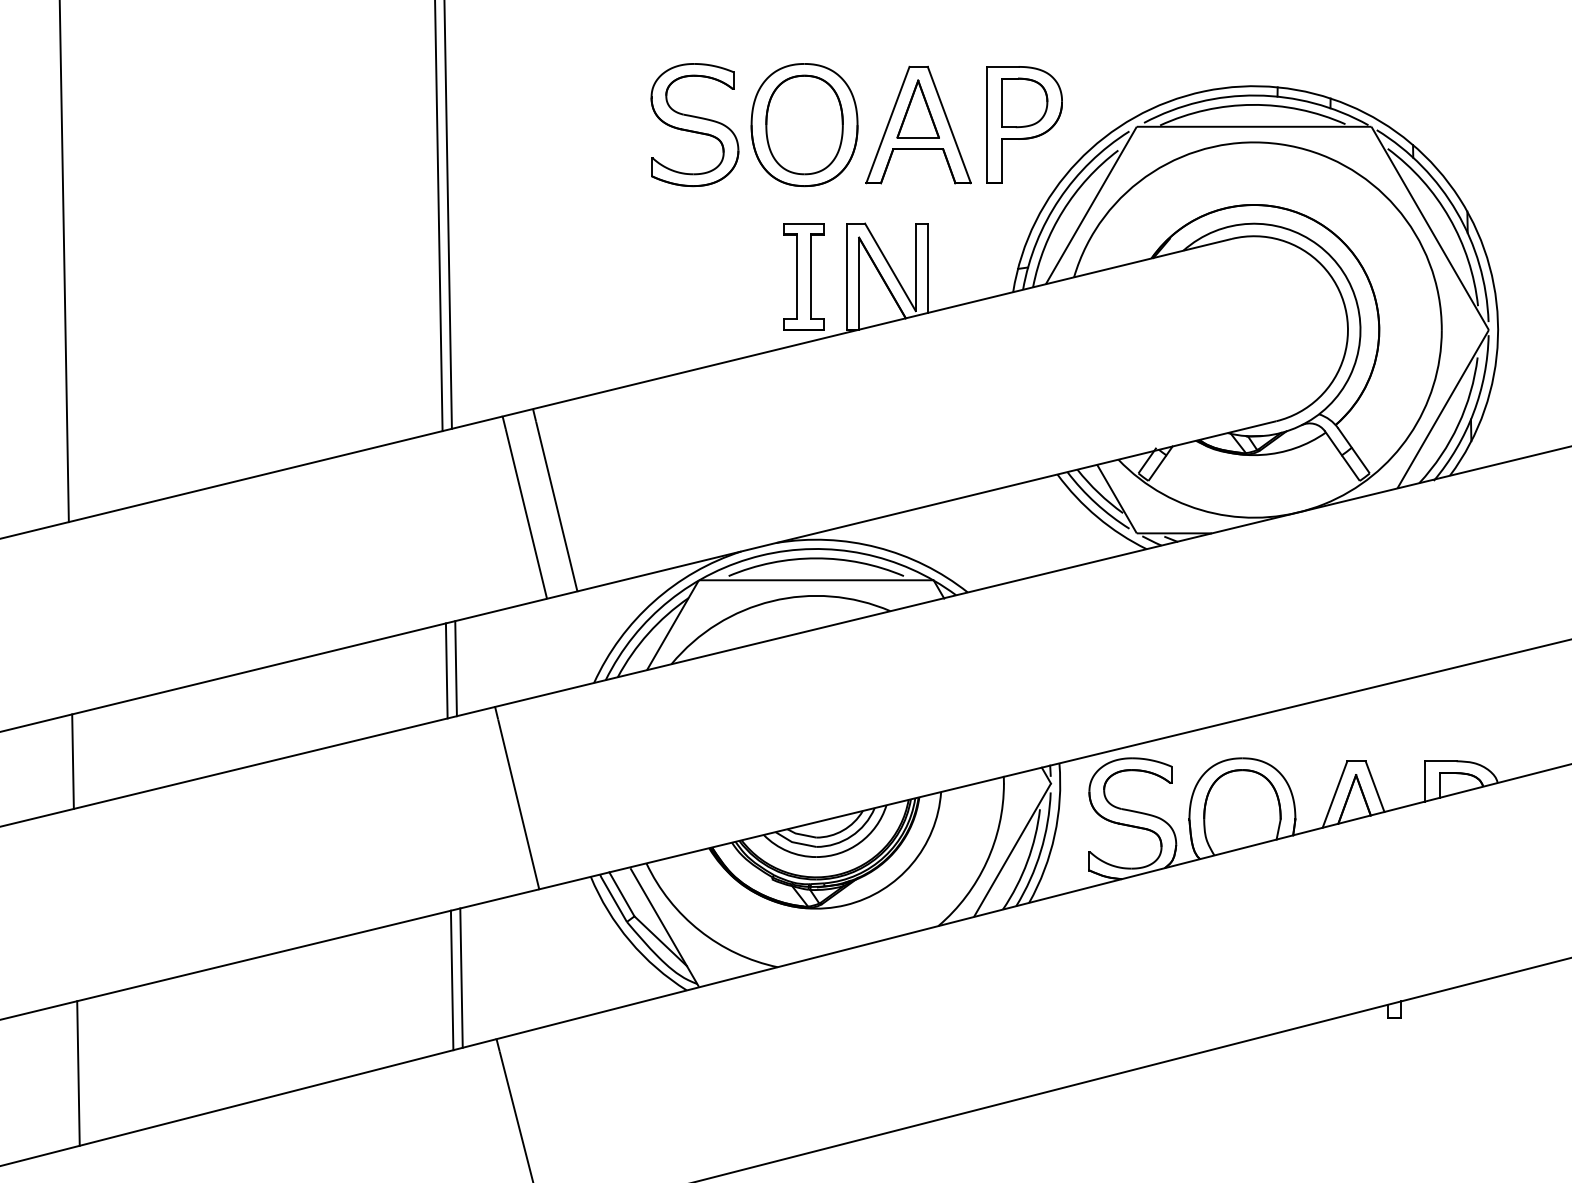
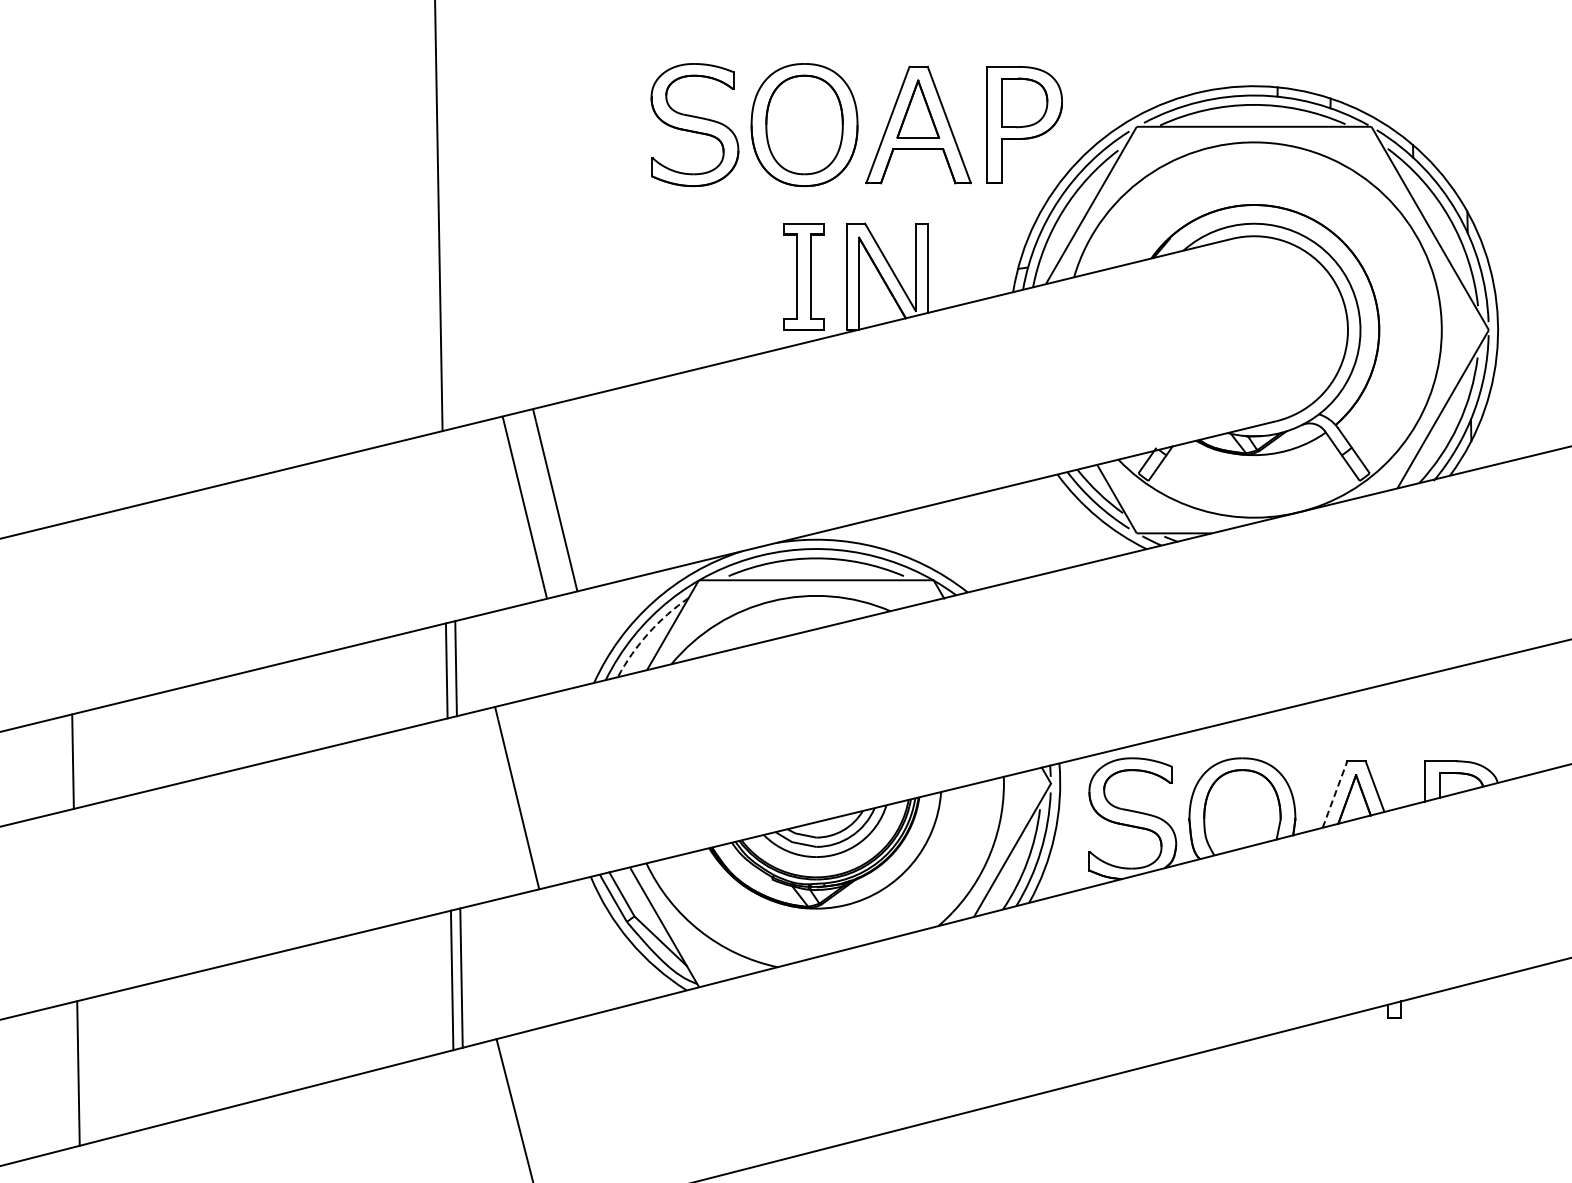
line at (447, 215): present -> none
line at (63, 262): present -> none
arc at (648, 633): solid -> dashed
line at (1335, 794): solid -> dashed
